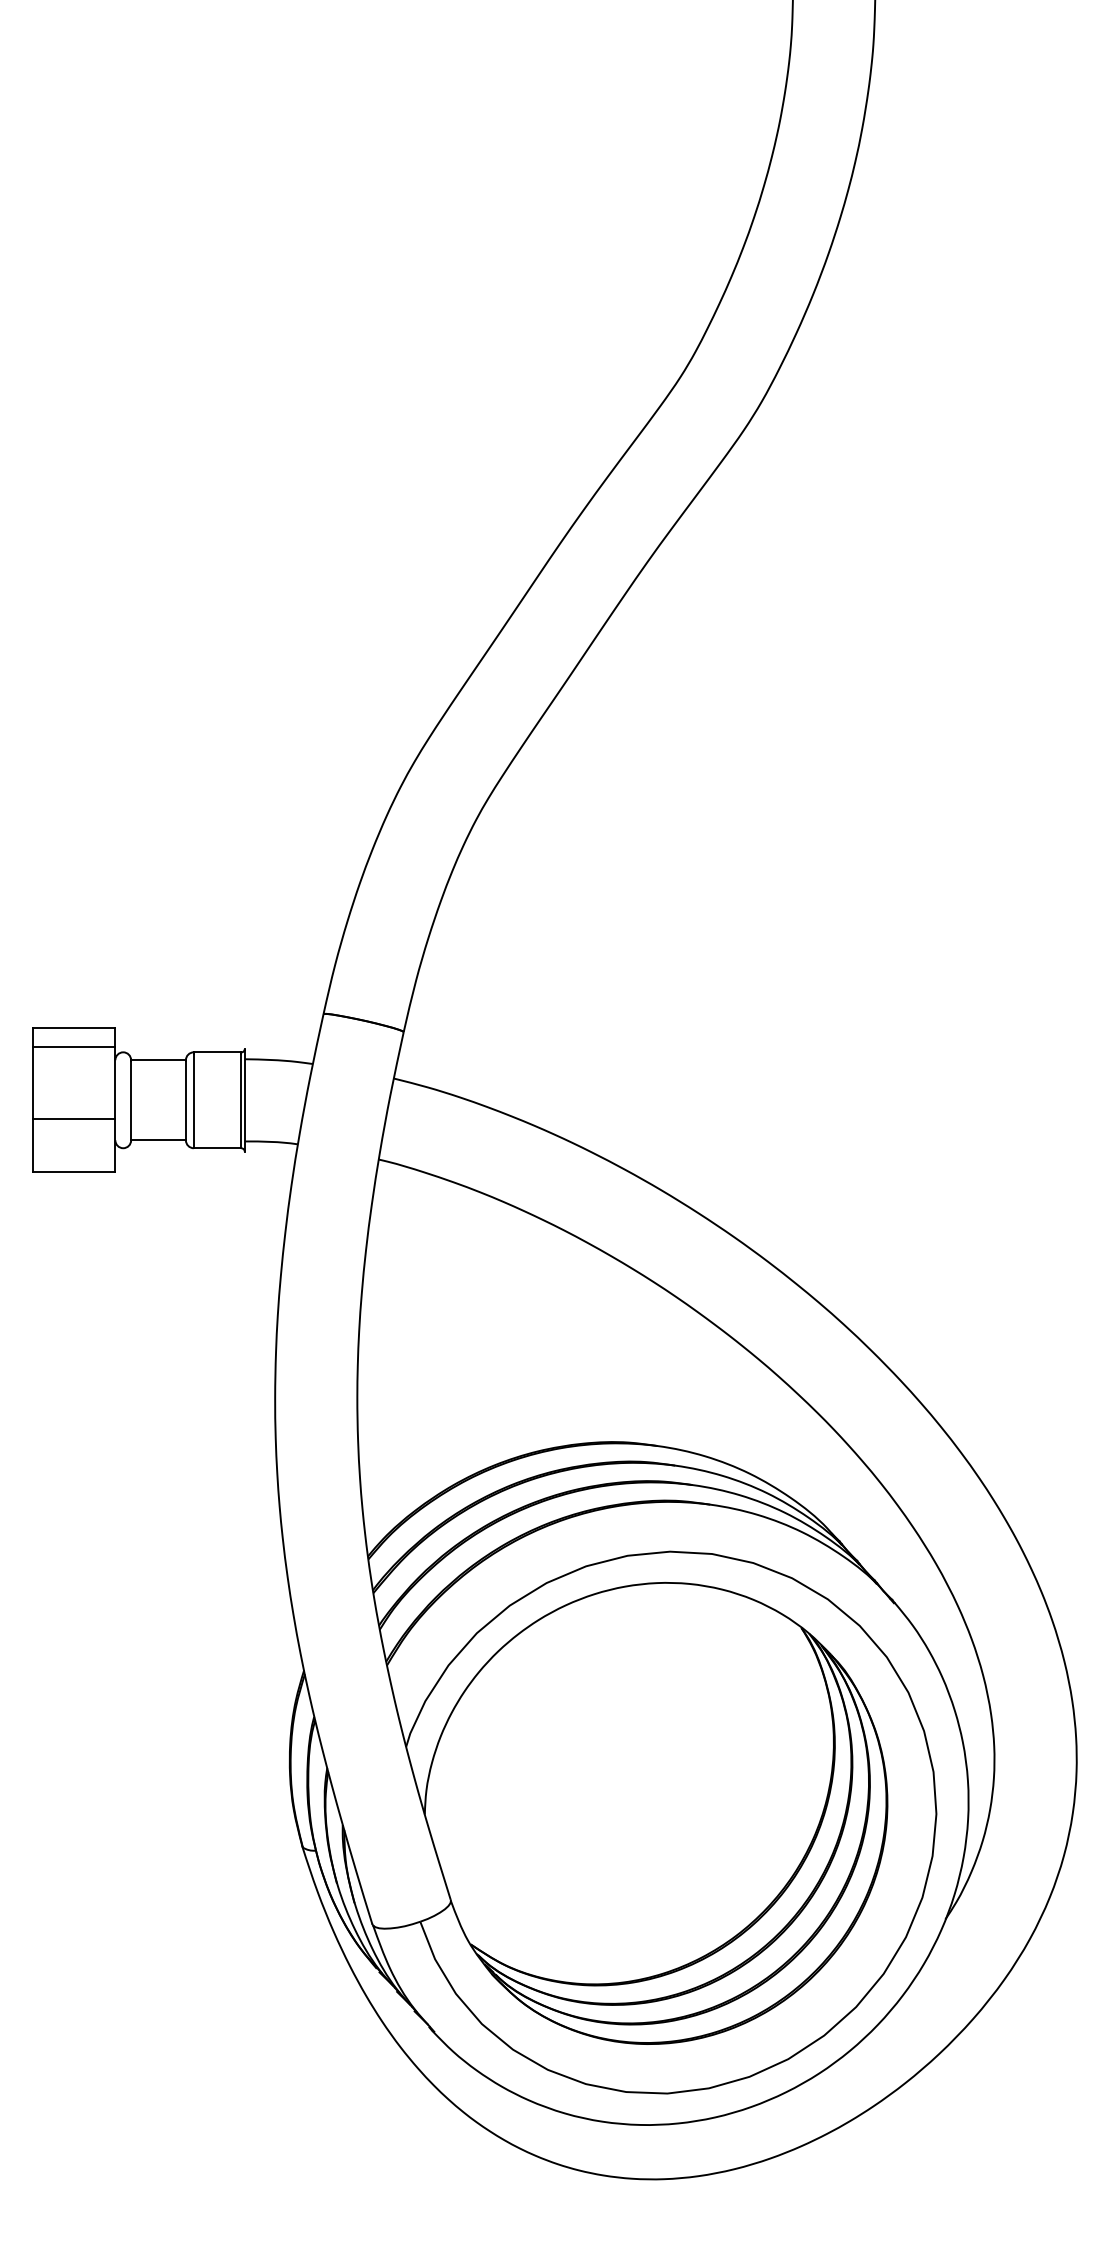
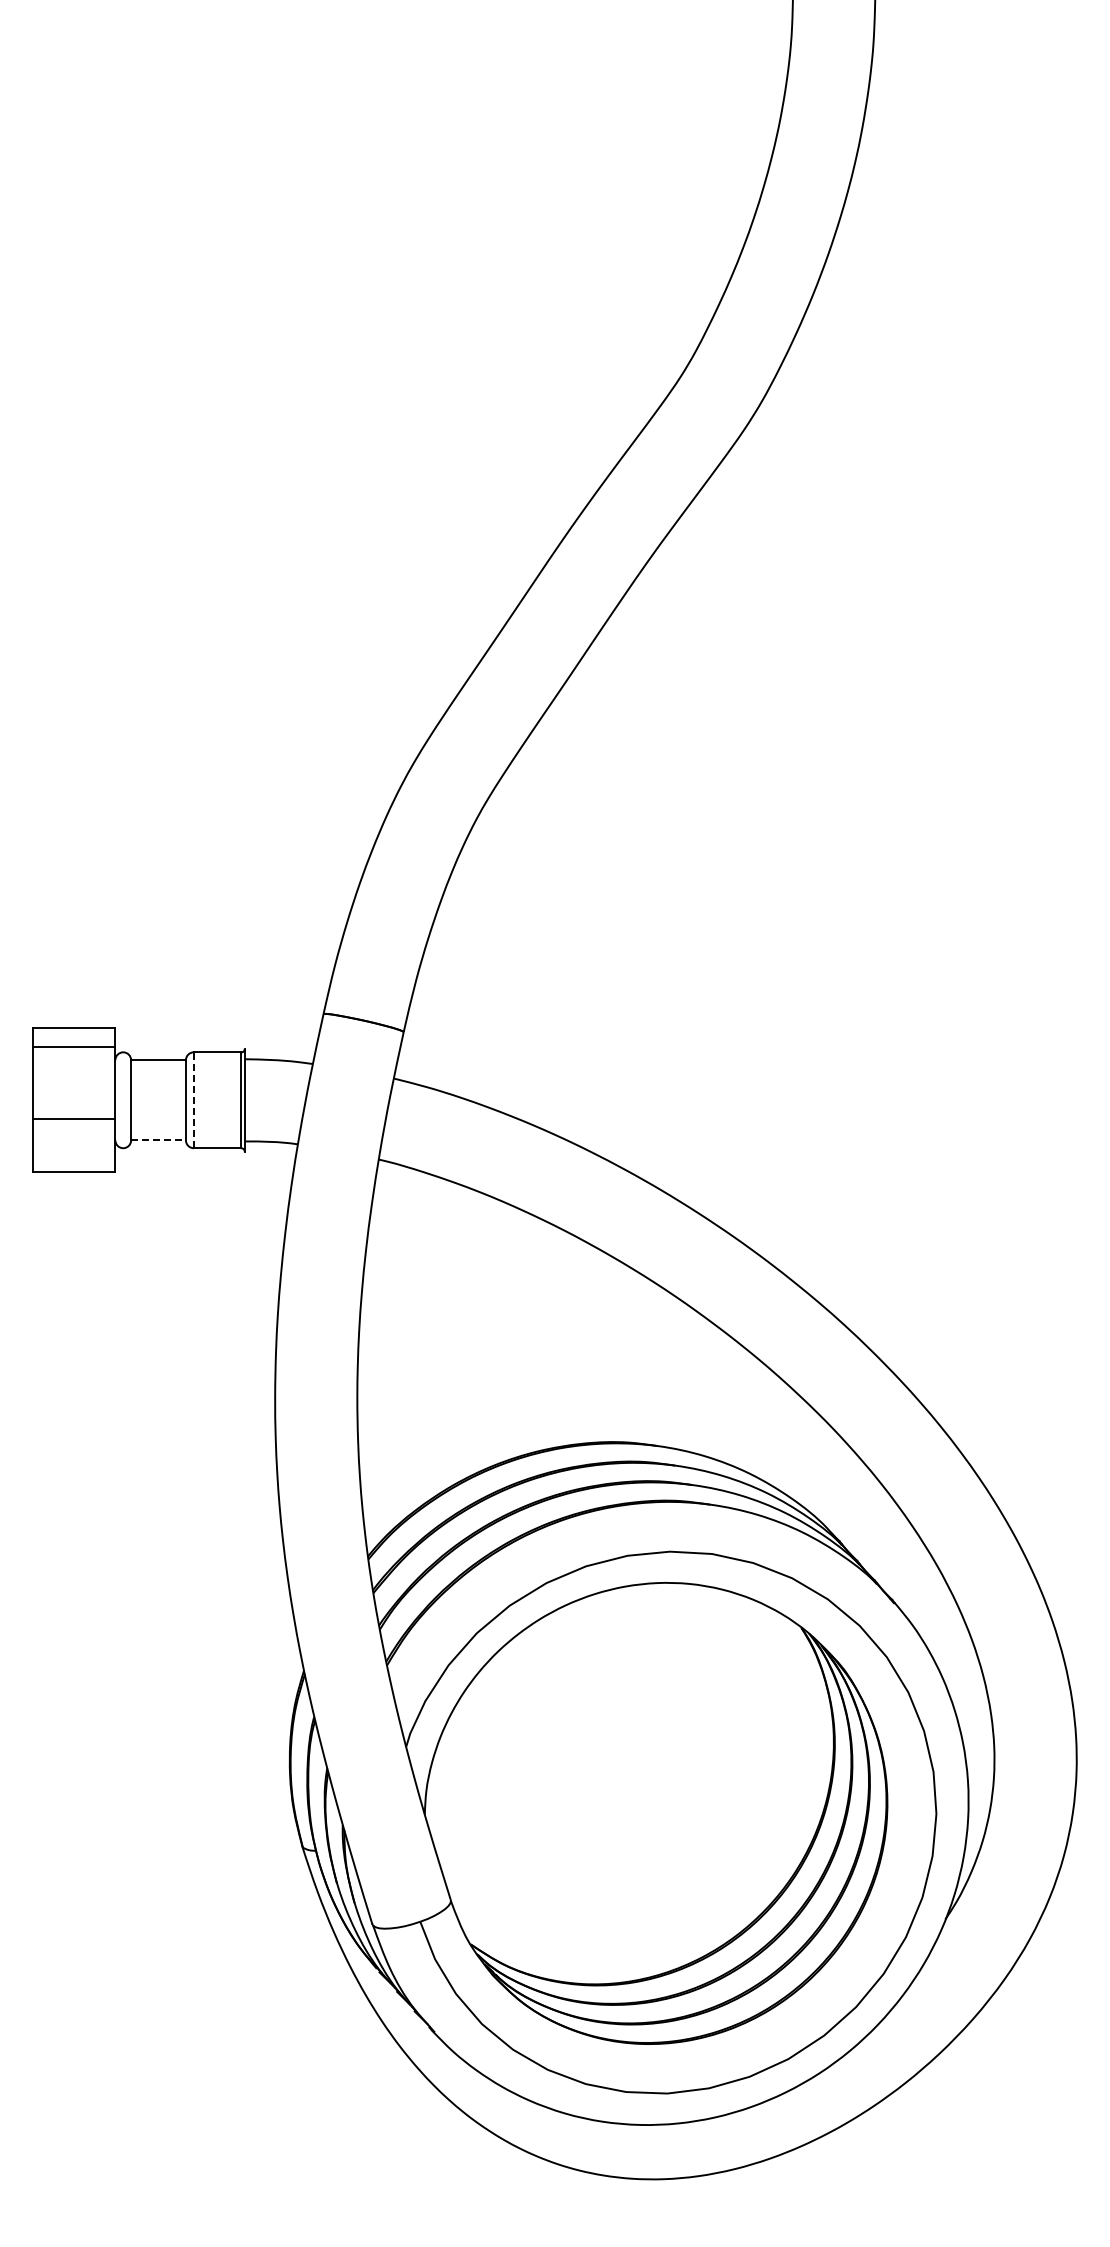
line at (193, 1100): solid -> dashed
line at (158, 1140): solid -> dashed
